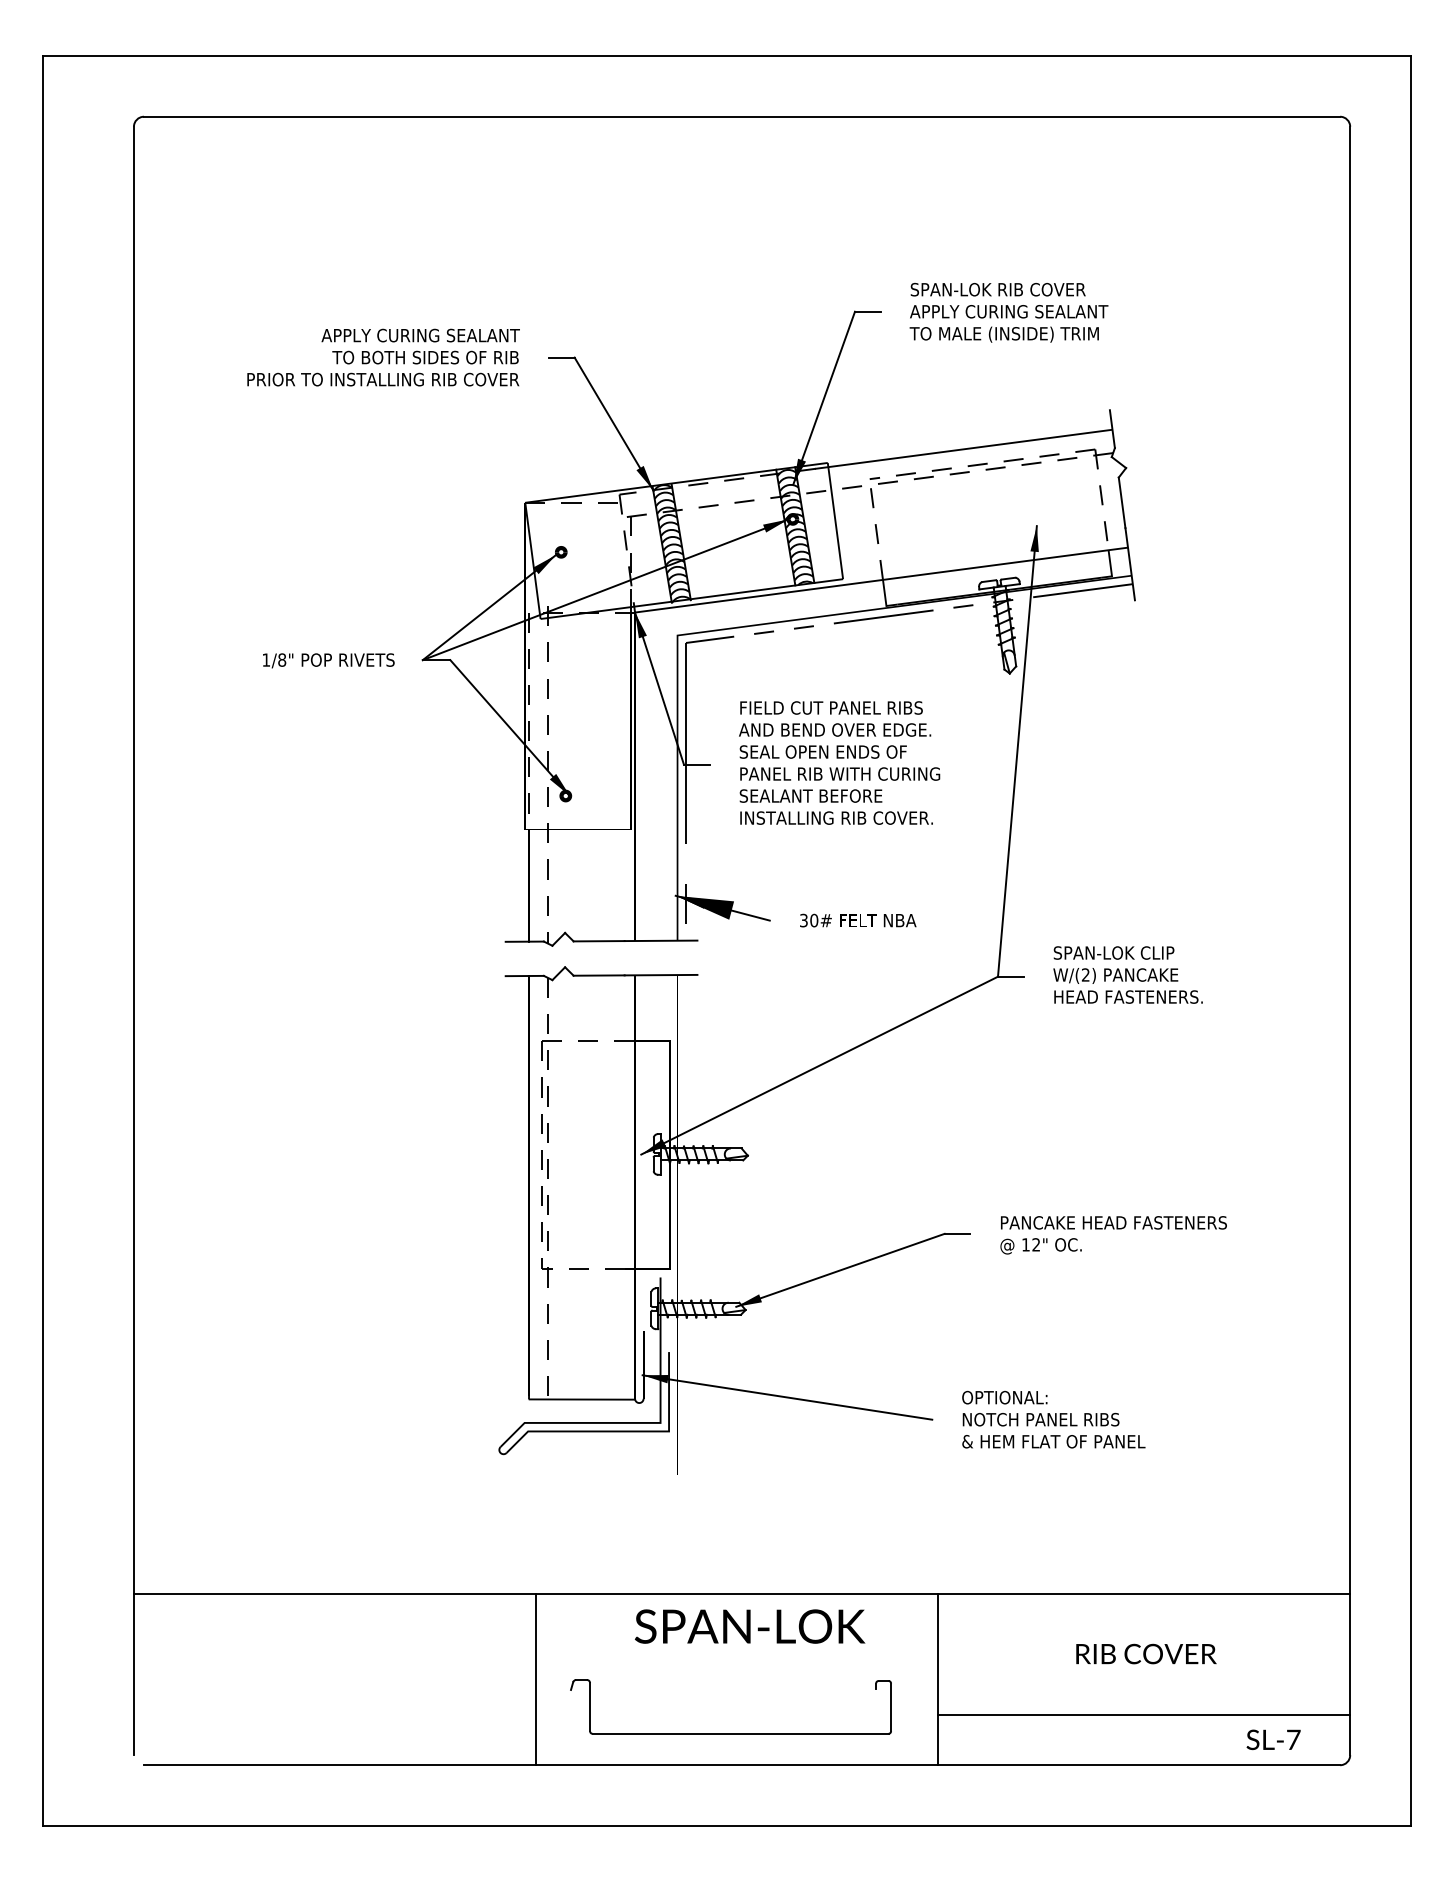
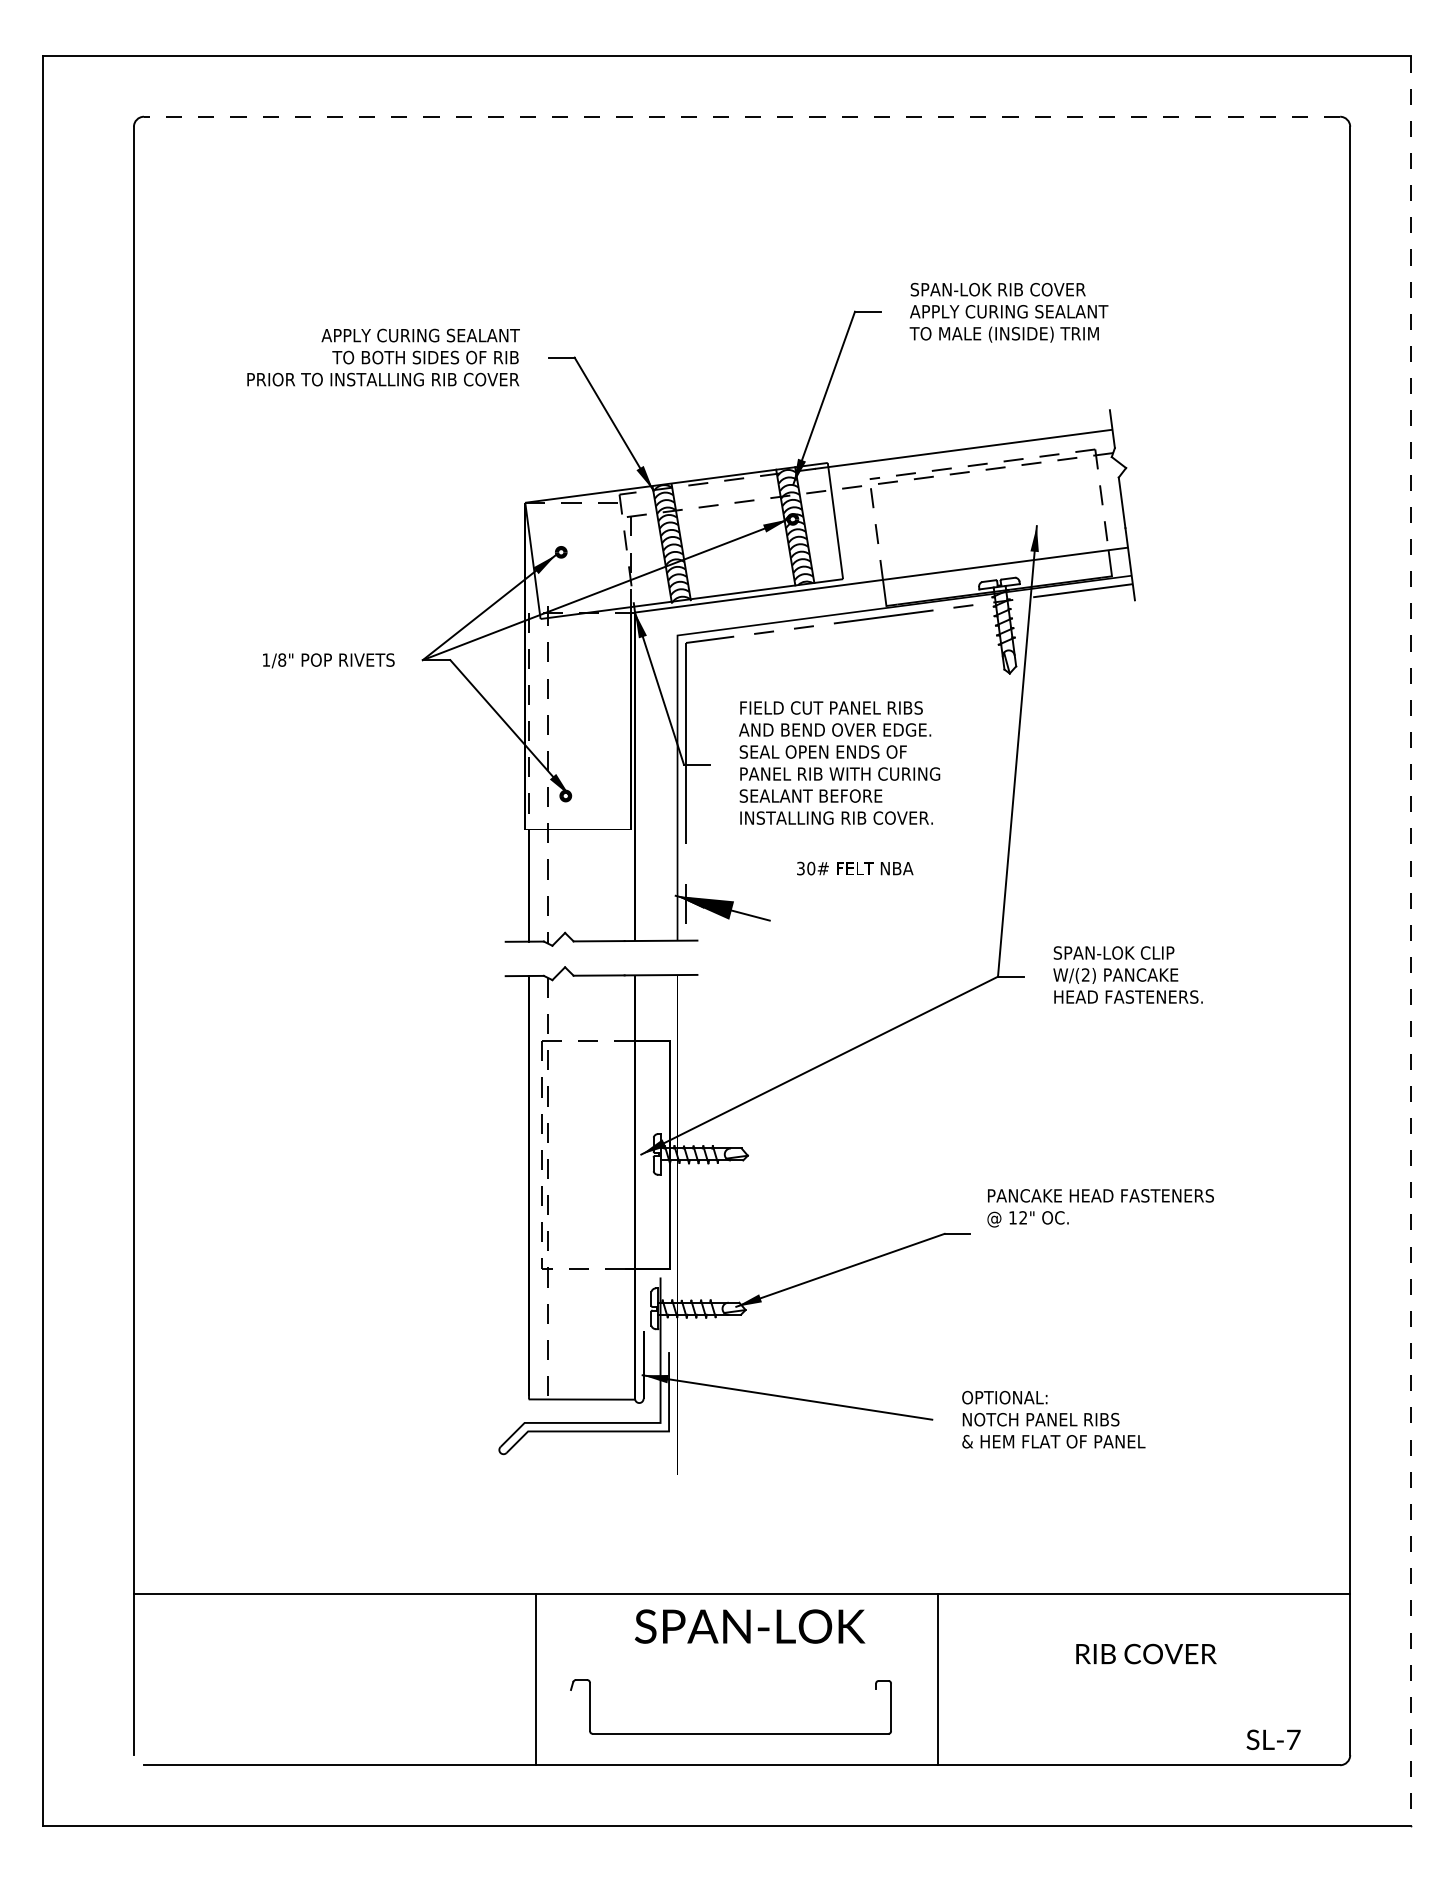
line at (741, 116): solid -> dashed
text at (858, 920) position: (858, 920) -> (855, 868)
line at (1410, 940): solid -> dashed
text at (1113, 1235) position: (1113, 1235) -> (1100, 1208)
line at (1144, 1714): present -> none
